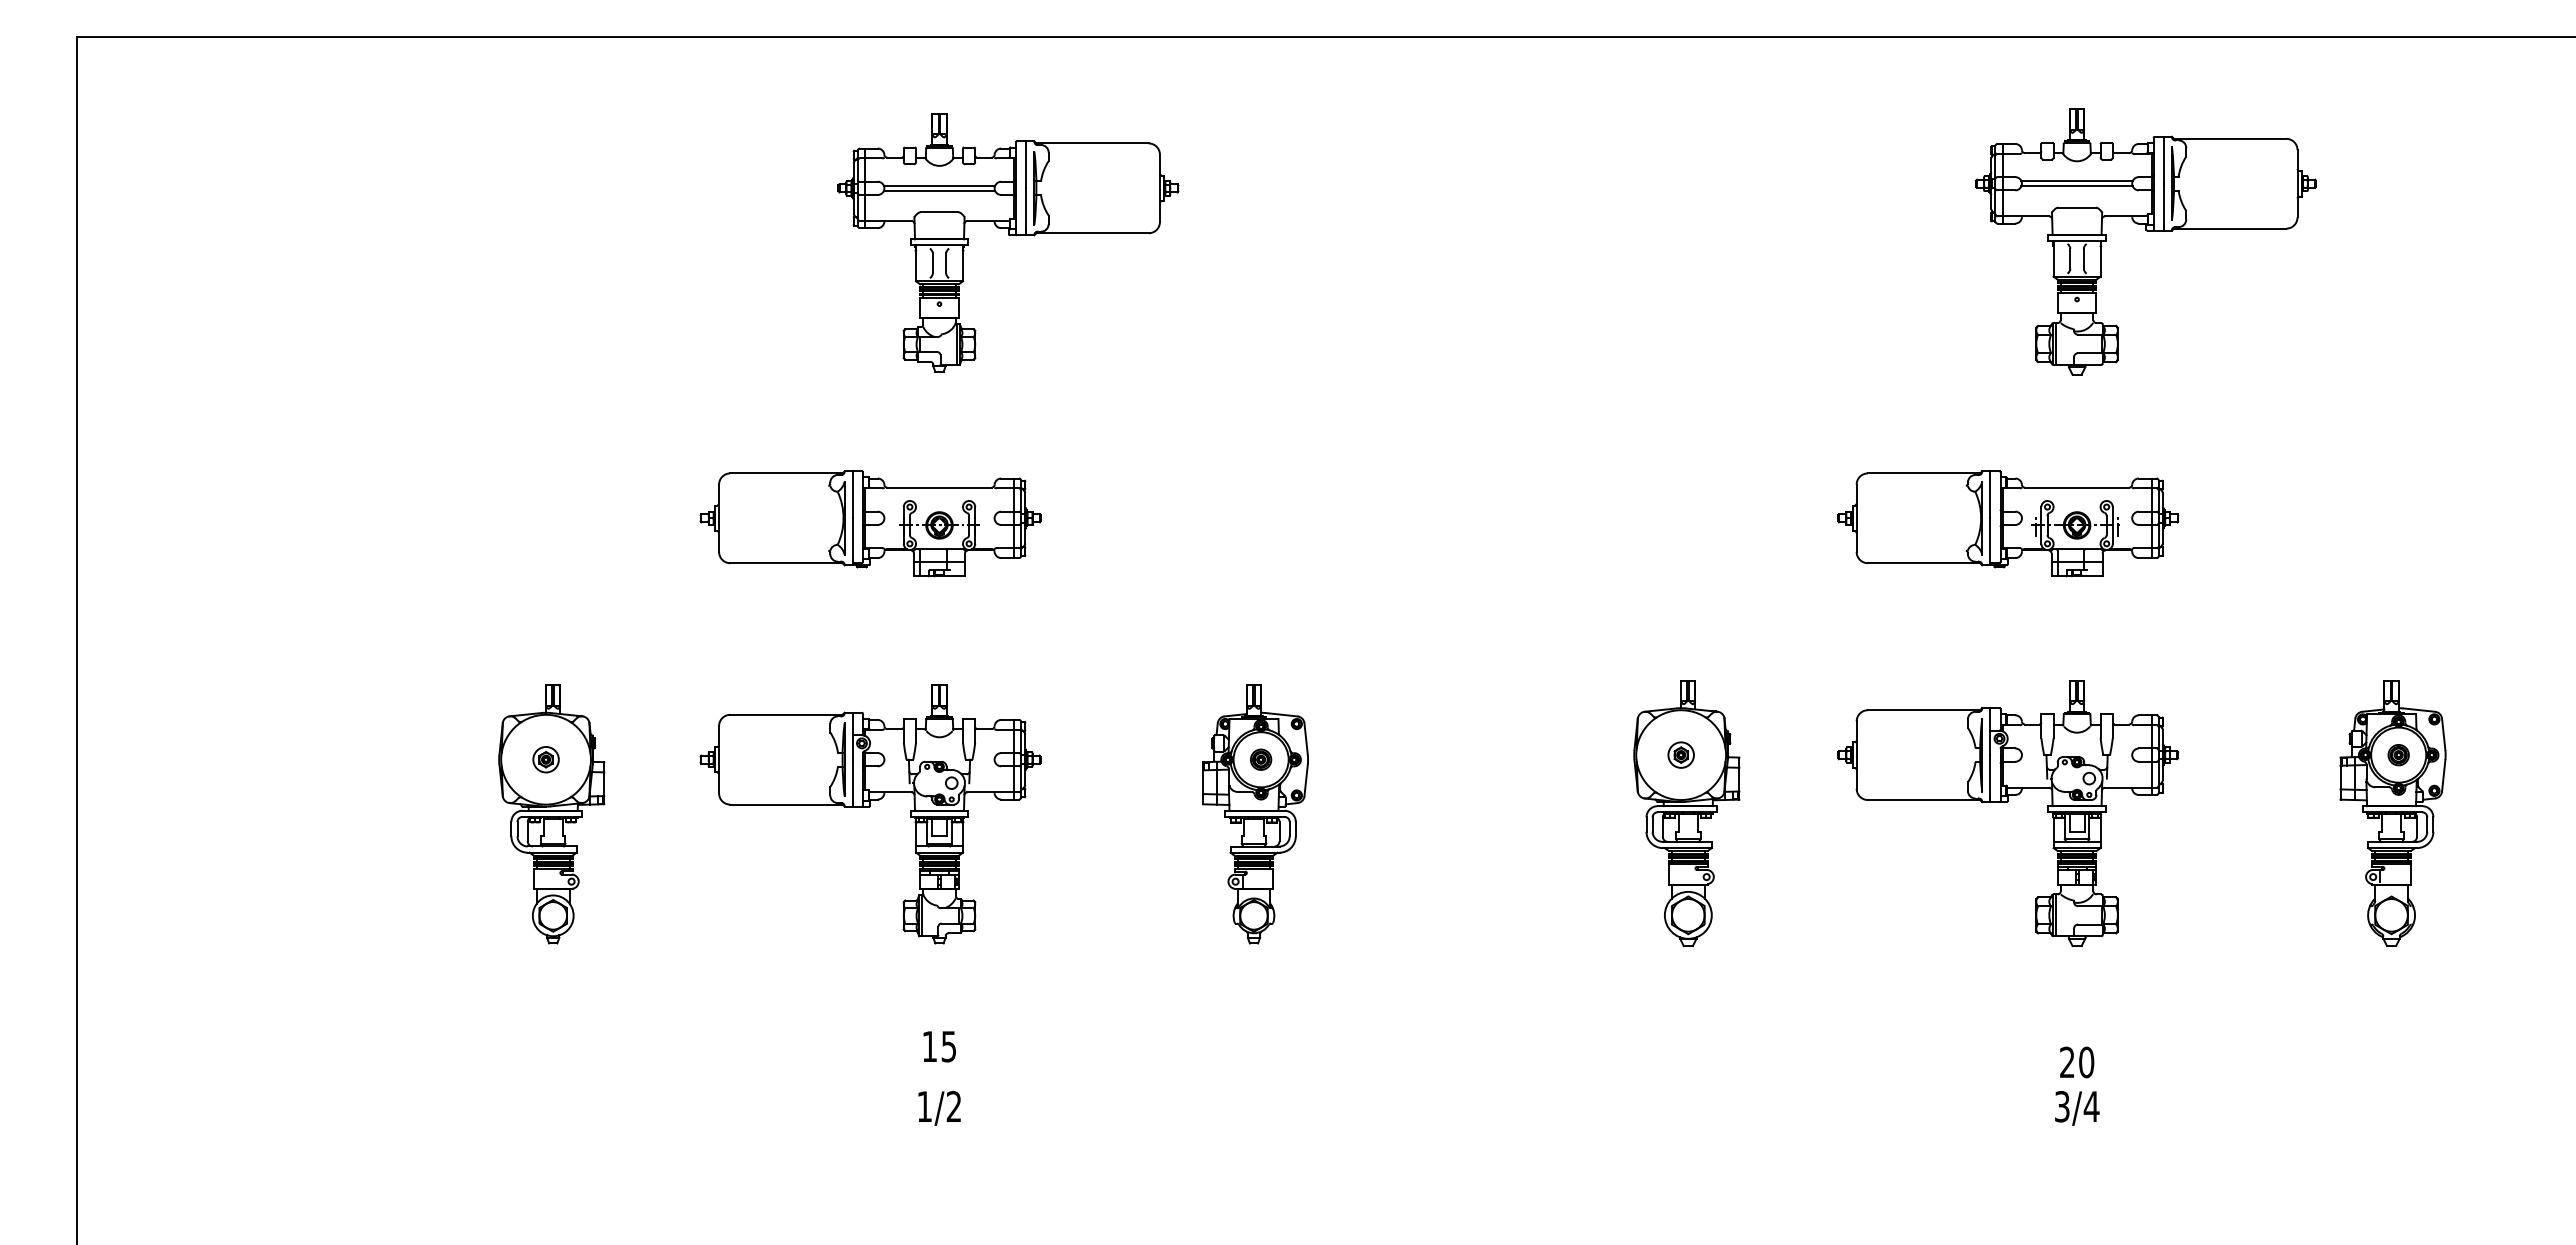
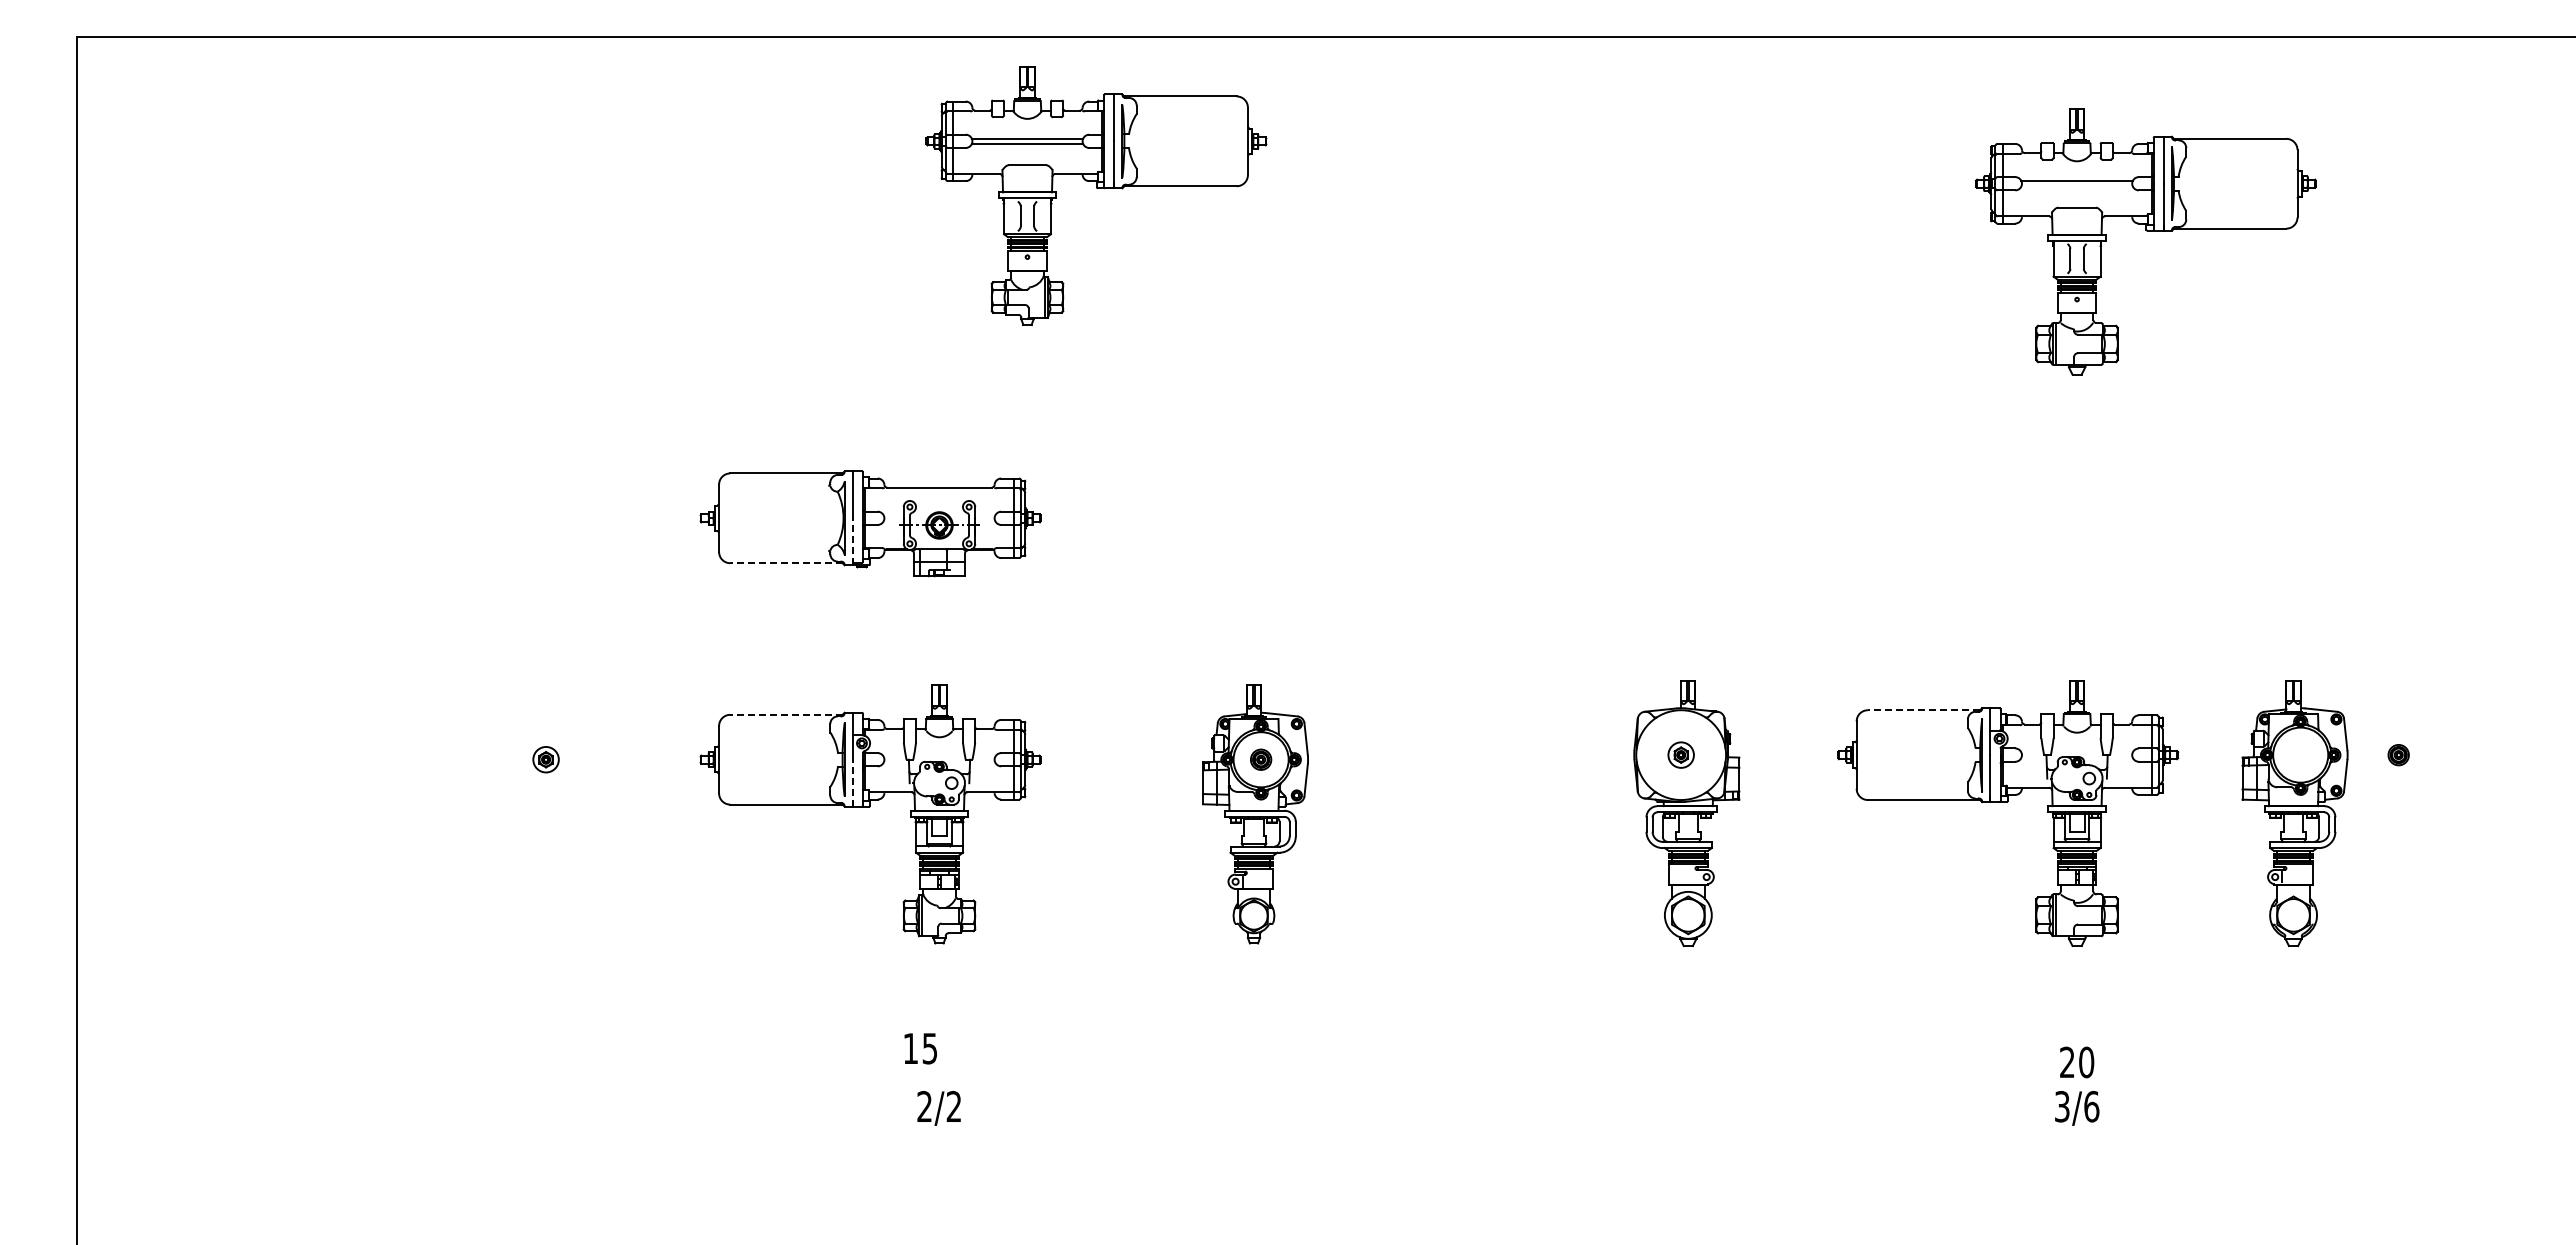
line at (2076, 186): present -> none
part at (1009, 236) position: (1009, 236) -> (1097, 189)
part at (2008, 523): present -> none
line at (852, 541): solid -> dashed
line at (785, 563): solid -> dashed
line at (1923, 710): solid -> dashed
line at (785, 714): solid -> dashed
line at (852, 782): solid -> dashed
part at (2392, 813) position: (2392, 813) -> (2294, 813)
part at (551, 814): present -> none
text at (939, 1046) position: (939, 1046) -> (920, 1048)
text at (924, 1106): 1/2 -> 2/2
text at (2091, 1106): 3/4 -> 3/6
